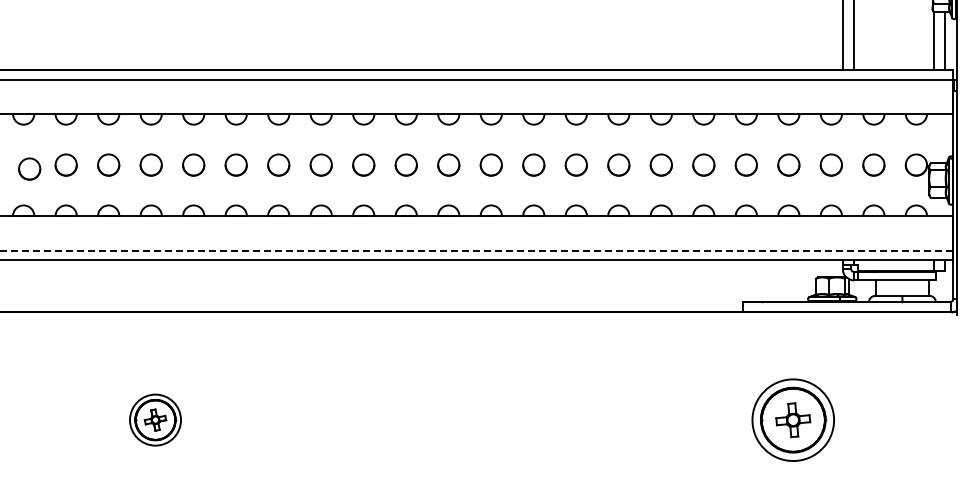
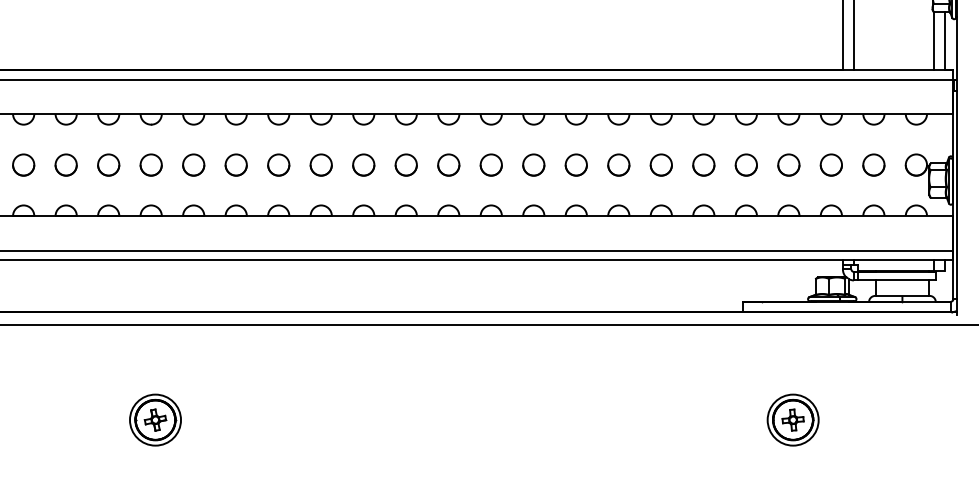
circle at (29, 168) position: (29, 168) -> (23, 164)
line at (476, 250): dashed -> solid
line at (488, 325): none -> present
part at (792, 419) size: 84x84 px -> 54x54 px
